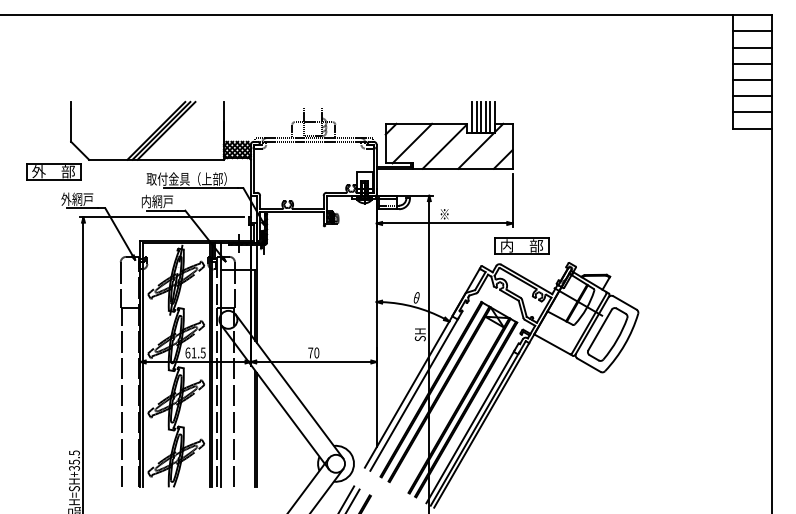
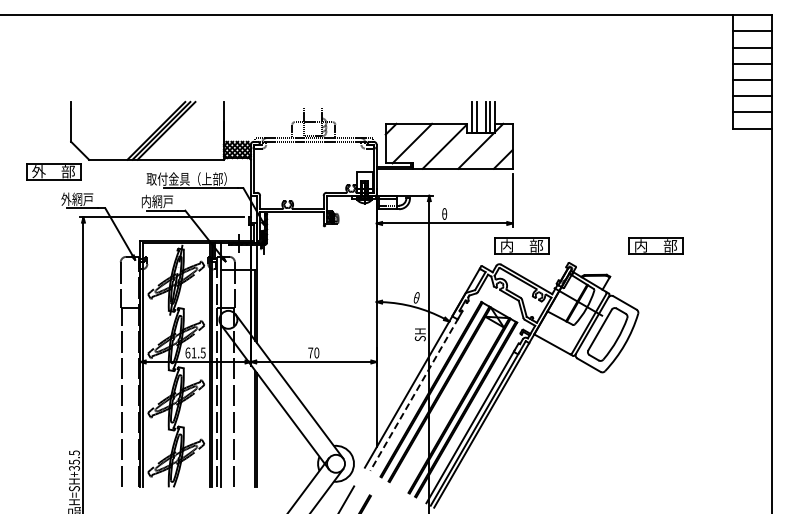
line at (481, 116): present -> none
text at (444, 213): ※ -> θ
part at (655, 245): none -> present
line at (414, 394): solid -> dashed
line at (353, 499): present -> none
